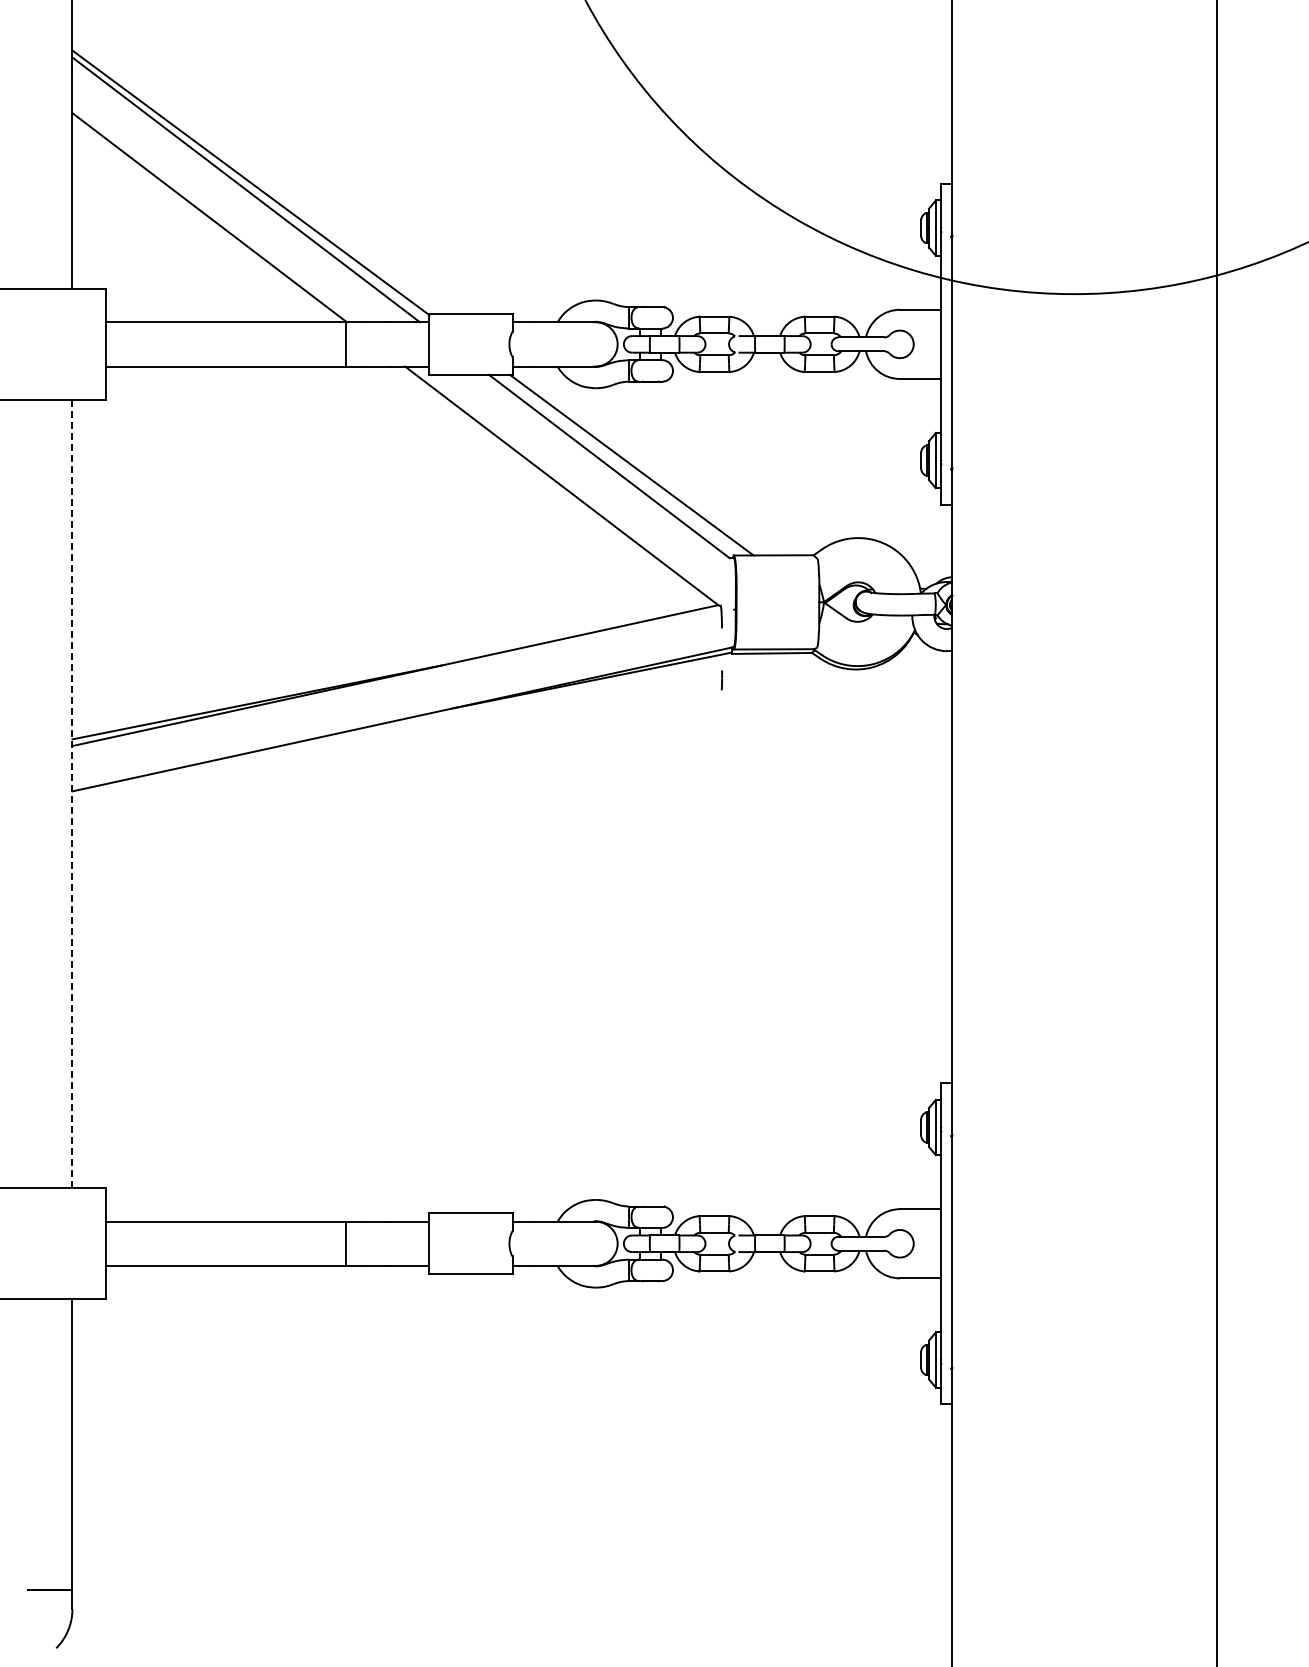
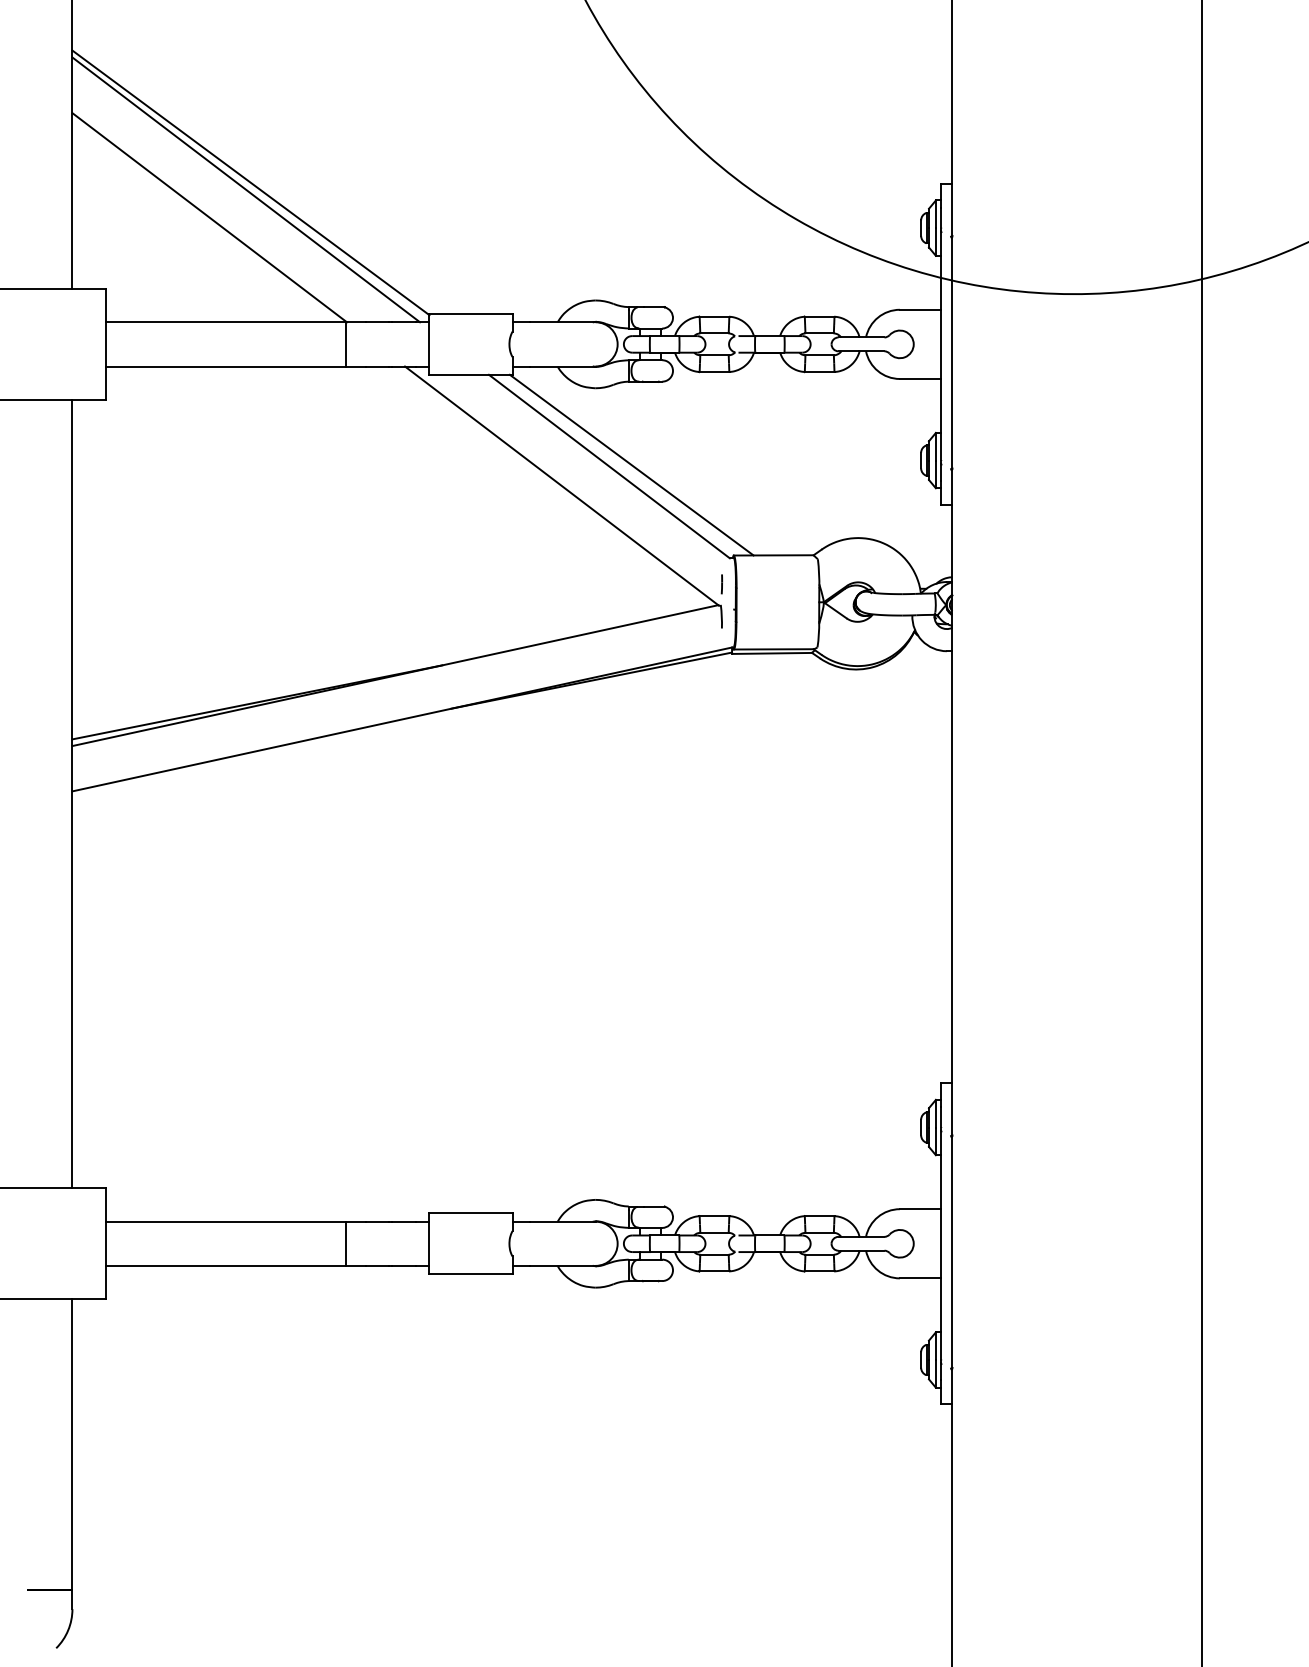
line at (721, 680) position: (721, 680) -> (721, 584)
line at (72, 793): dashed -> solid
line at (1216, 832) position: (1216, 832) -> (1201, 832)
